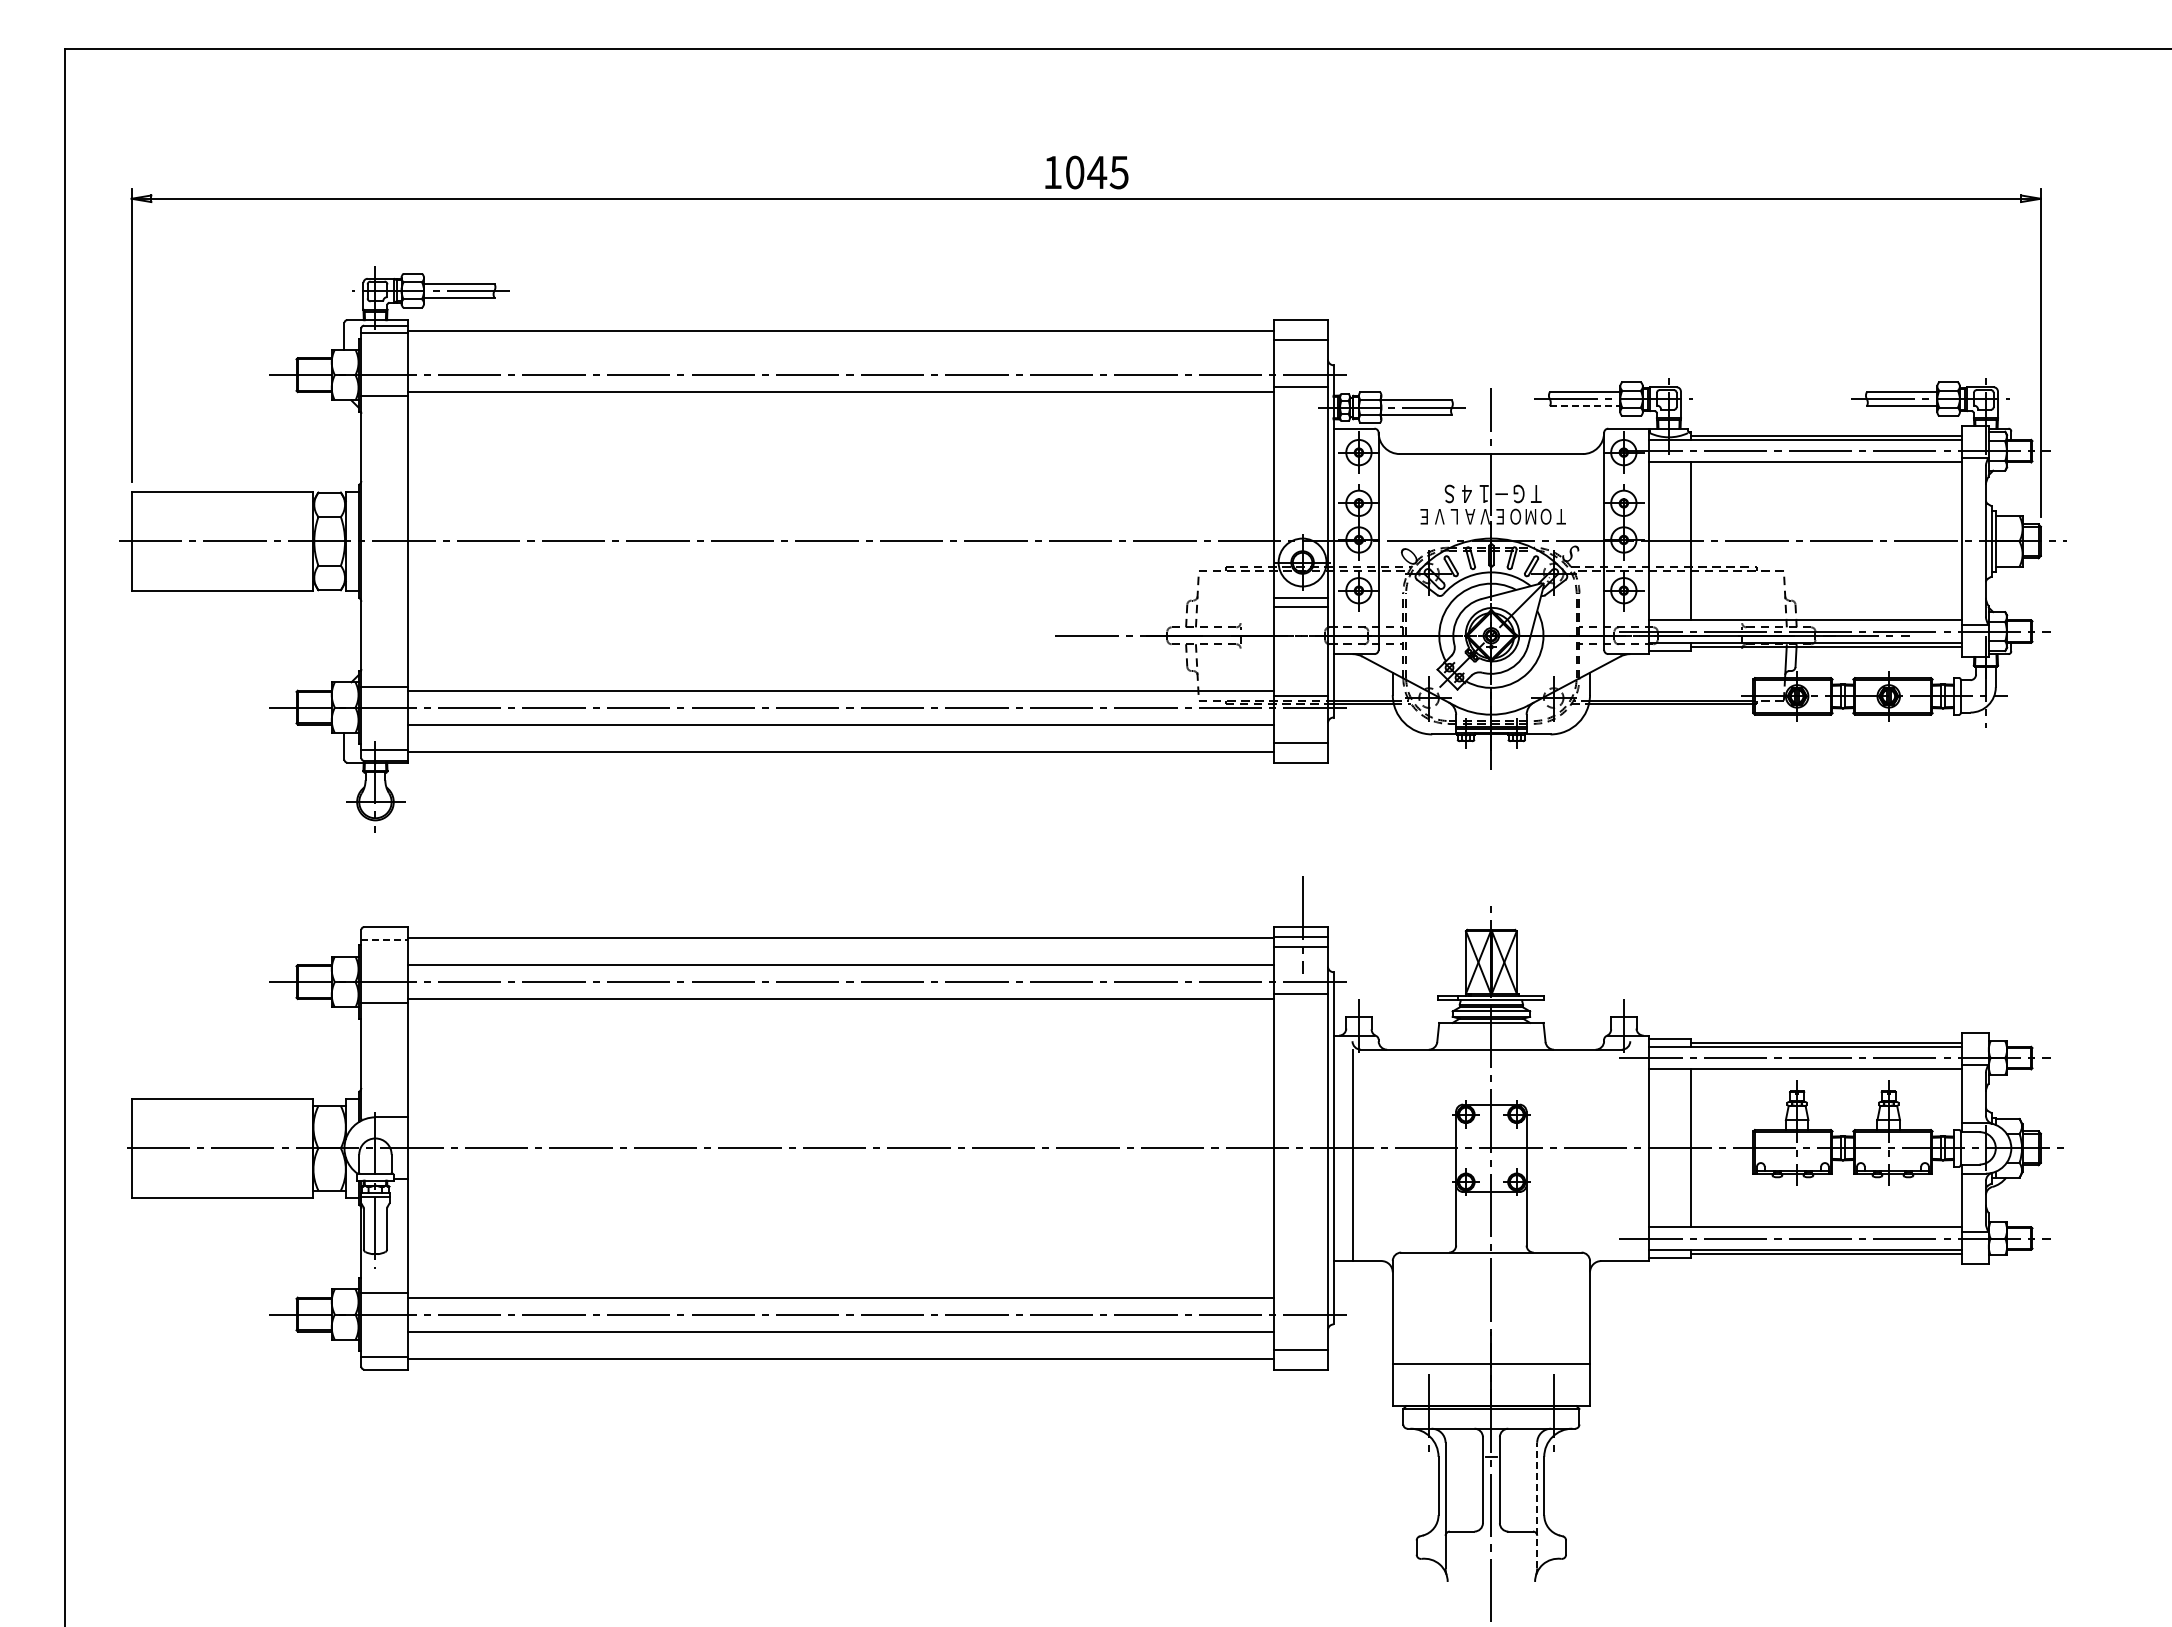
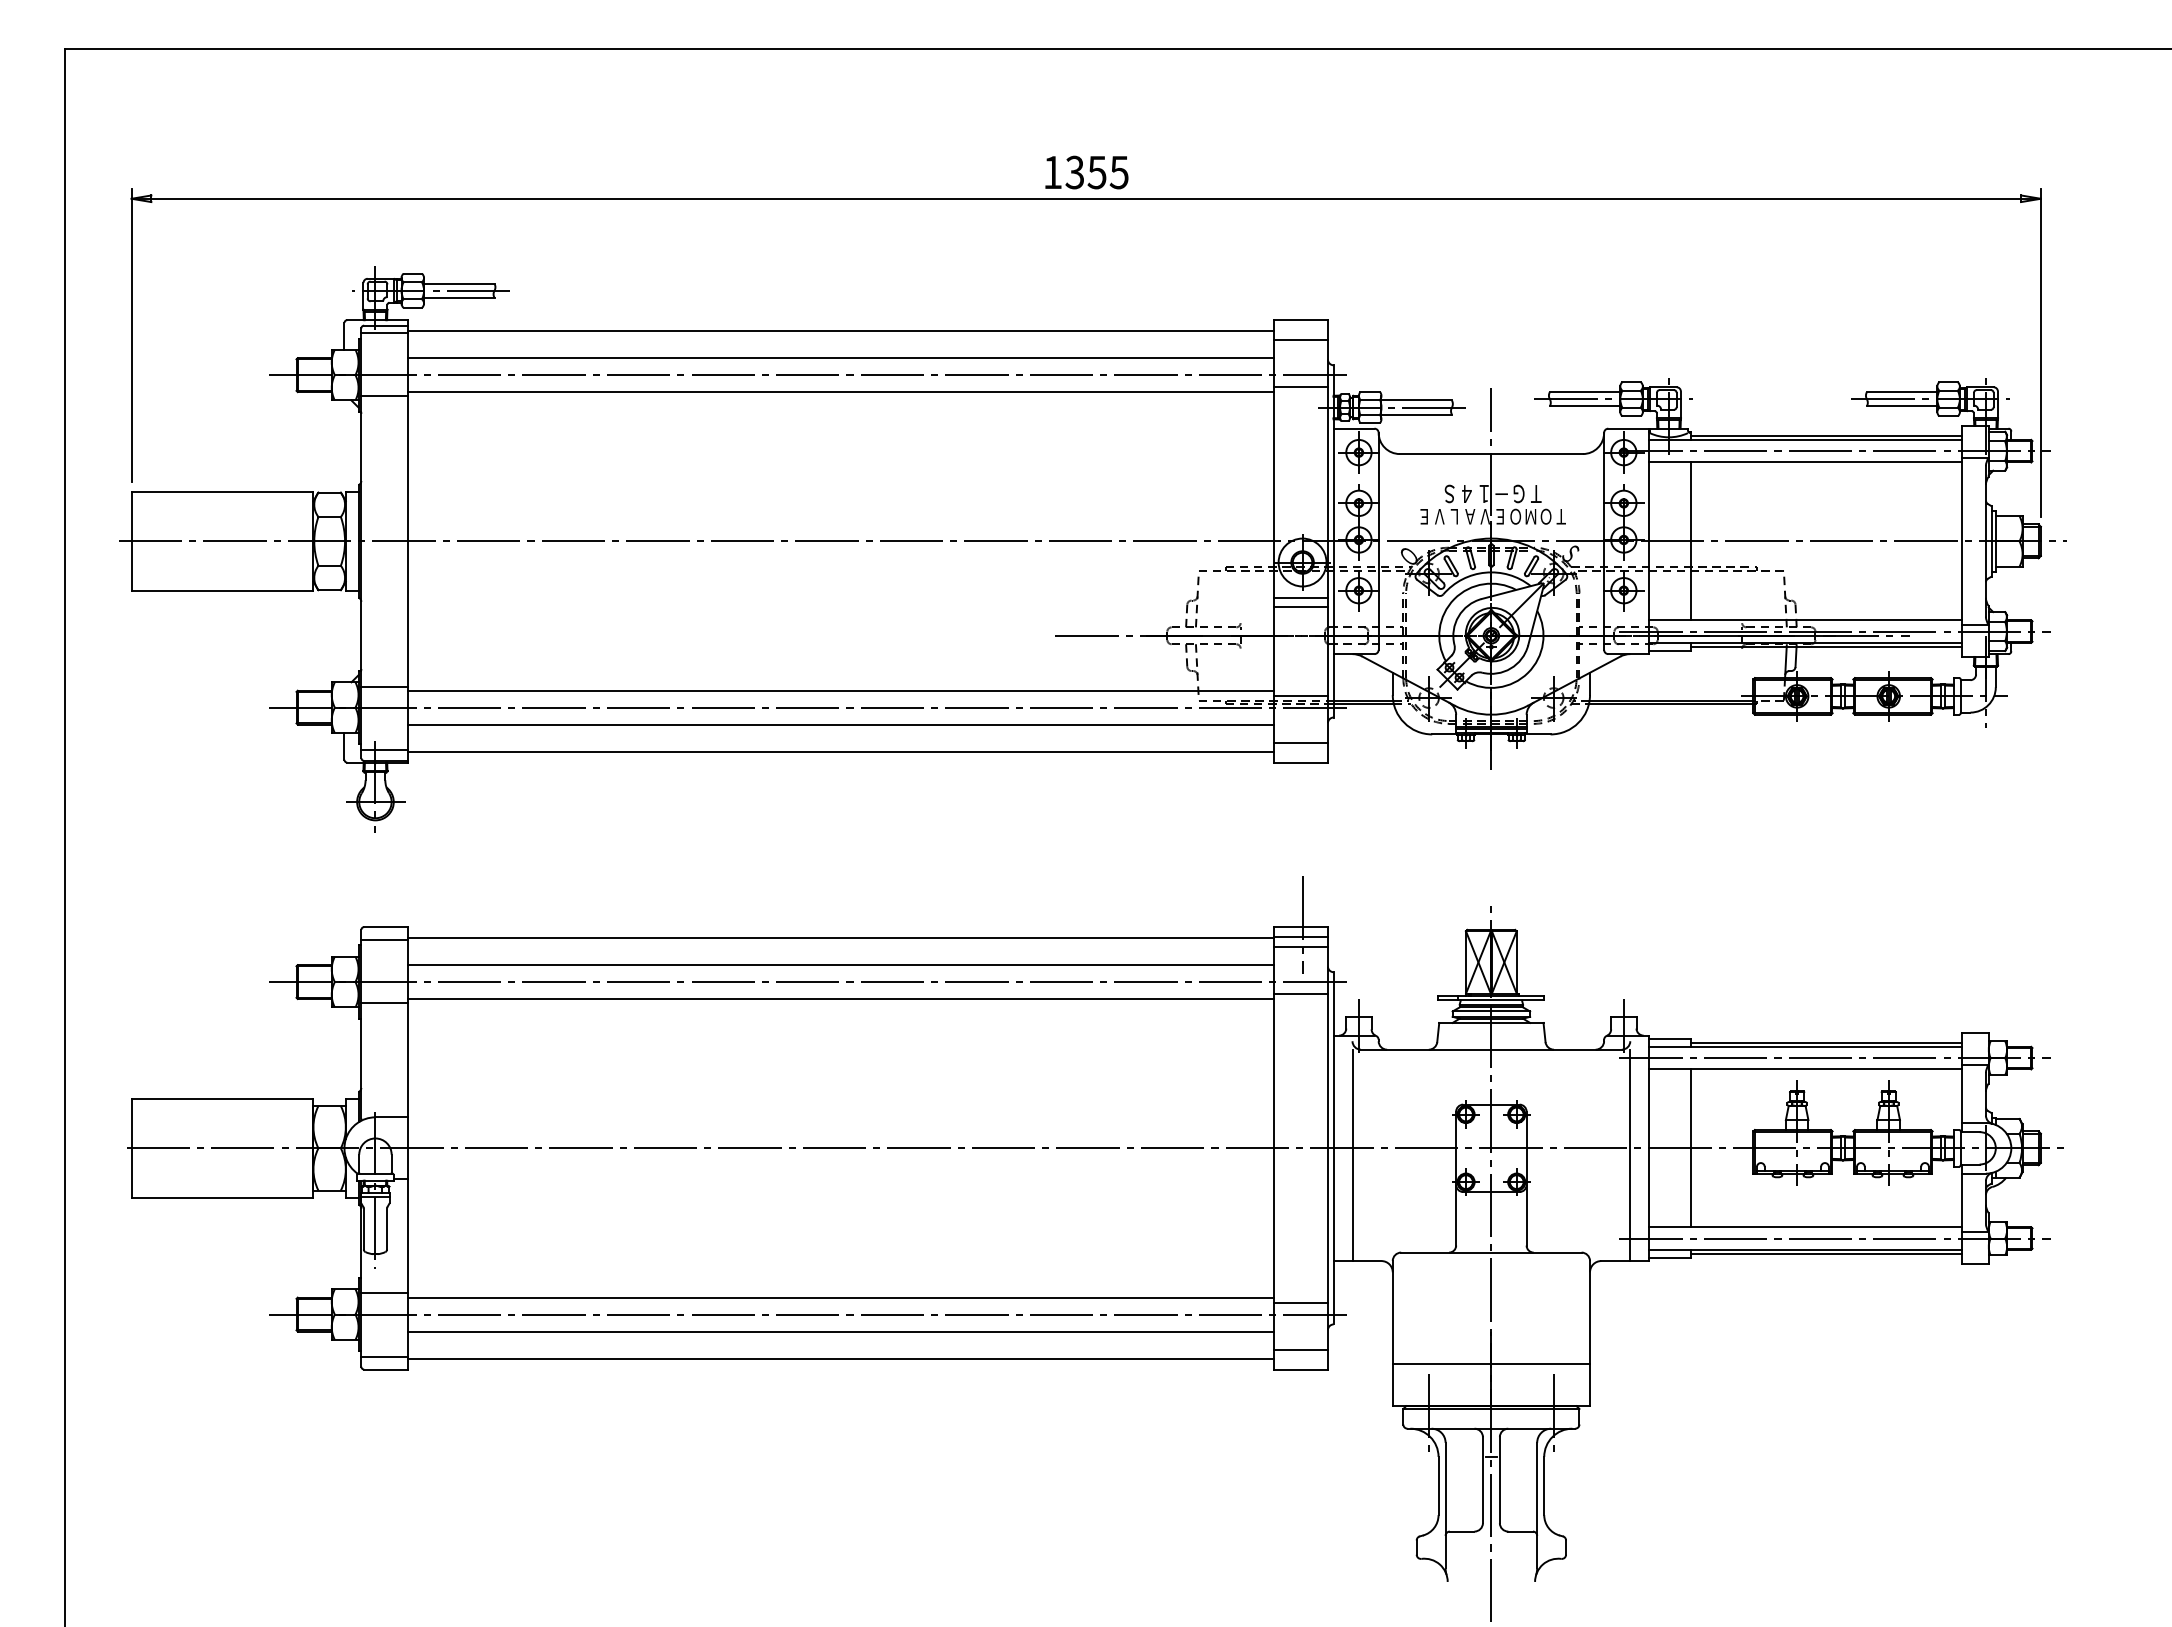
text at (1086, 172): 1045 -> 1355
line at (840, 358): none -> present
line at (1585, 406): dashed -> solid
line at (385, 939): dashed -> solid
line at (1630, 1155): none -> present
line at (1300, 1302): none -> present
line at (1537, 1505): dashed -> solid
